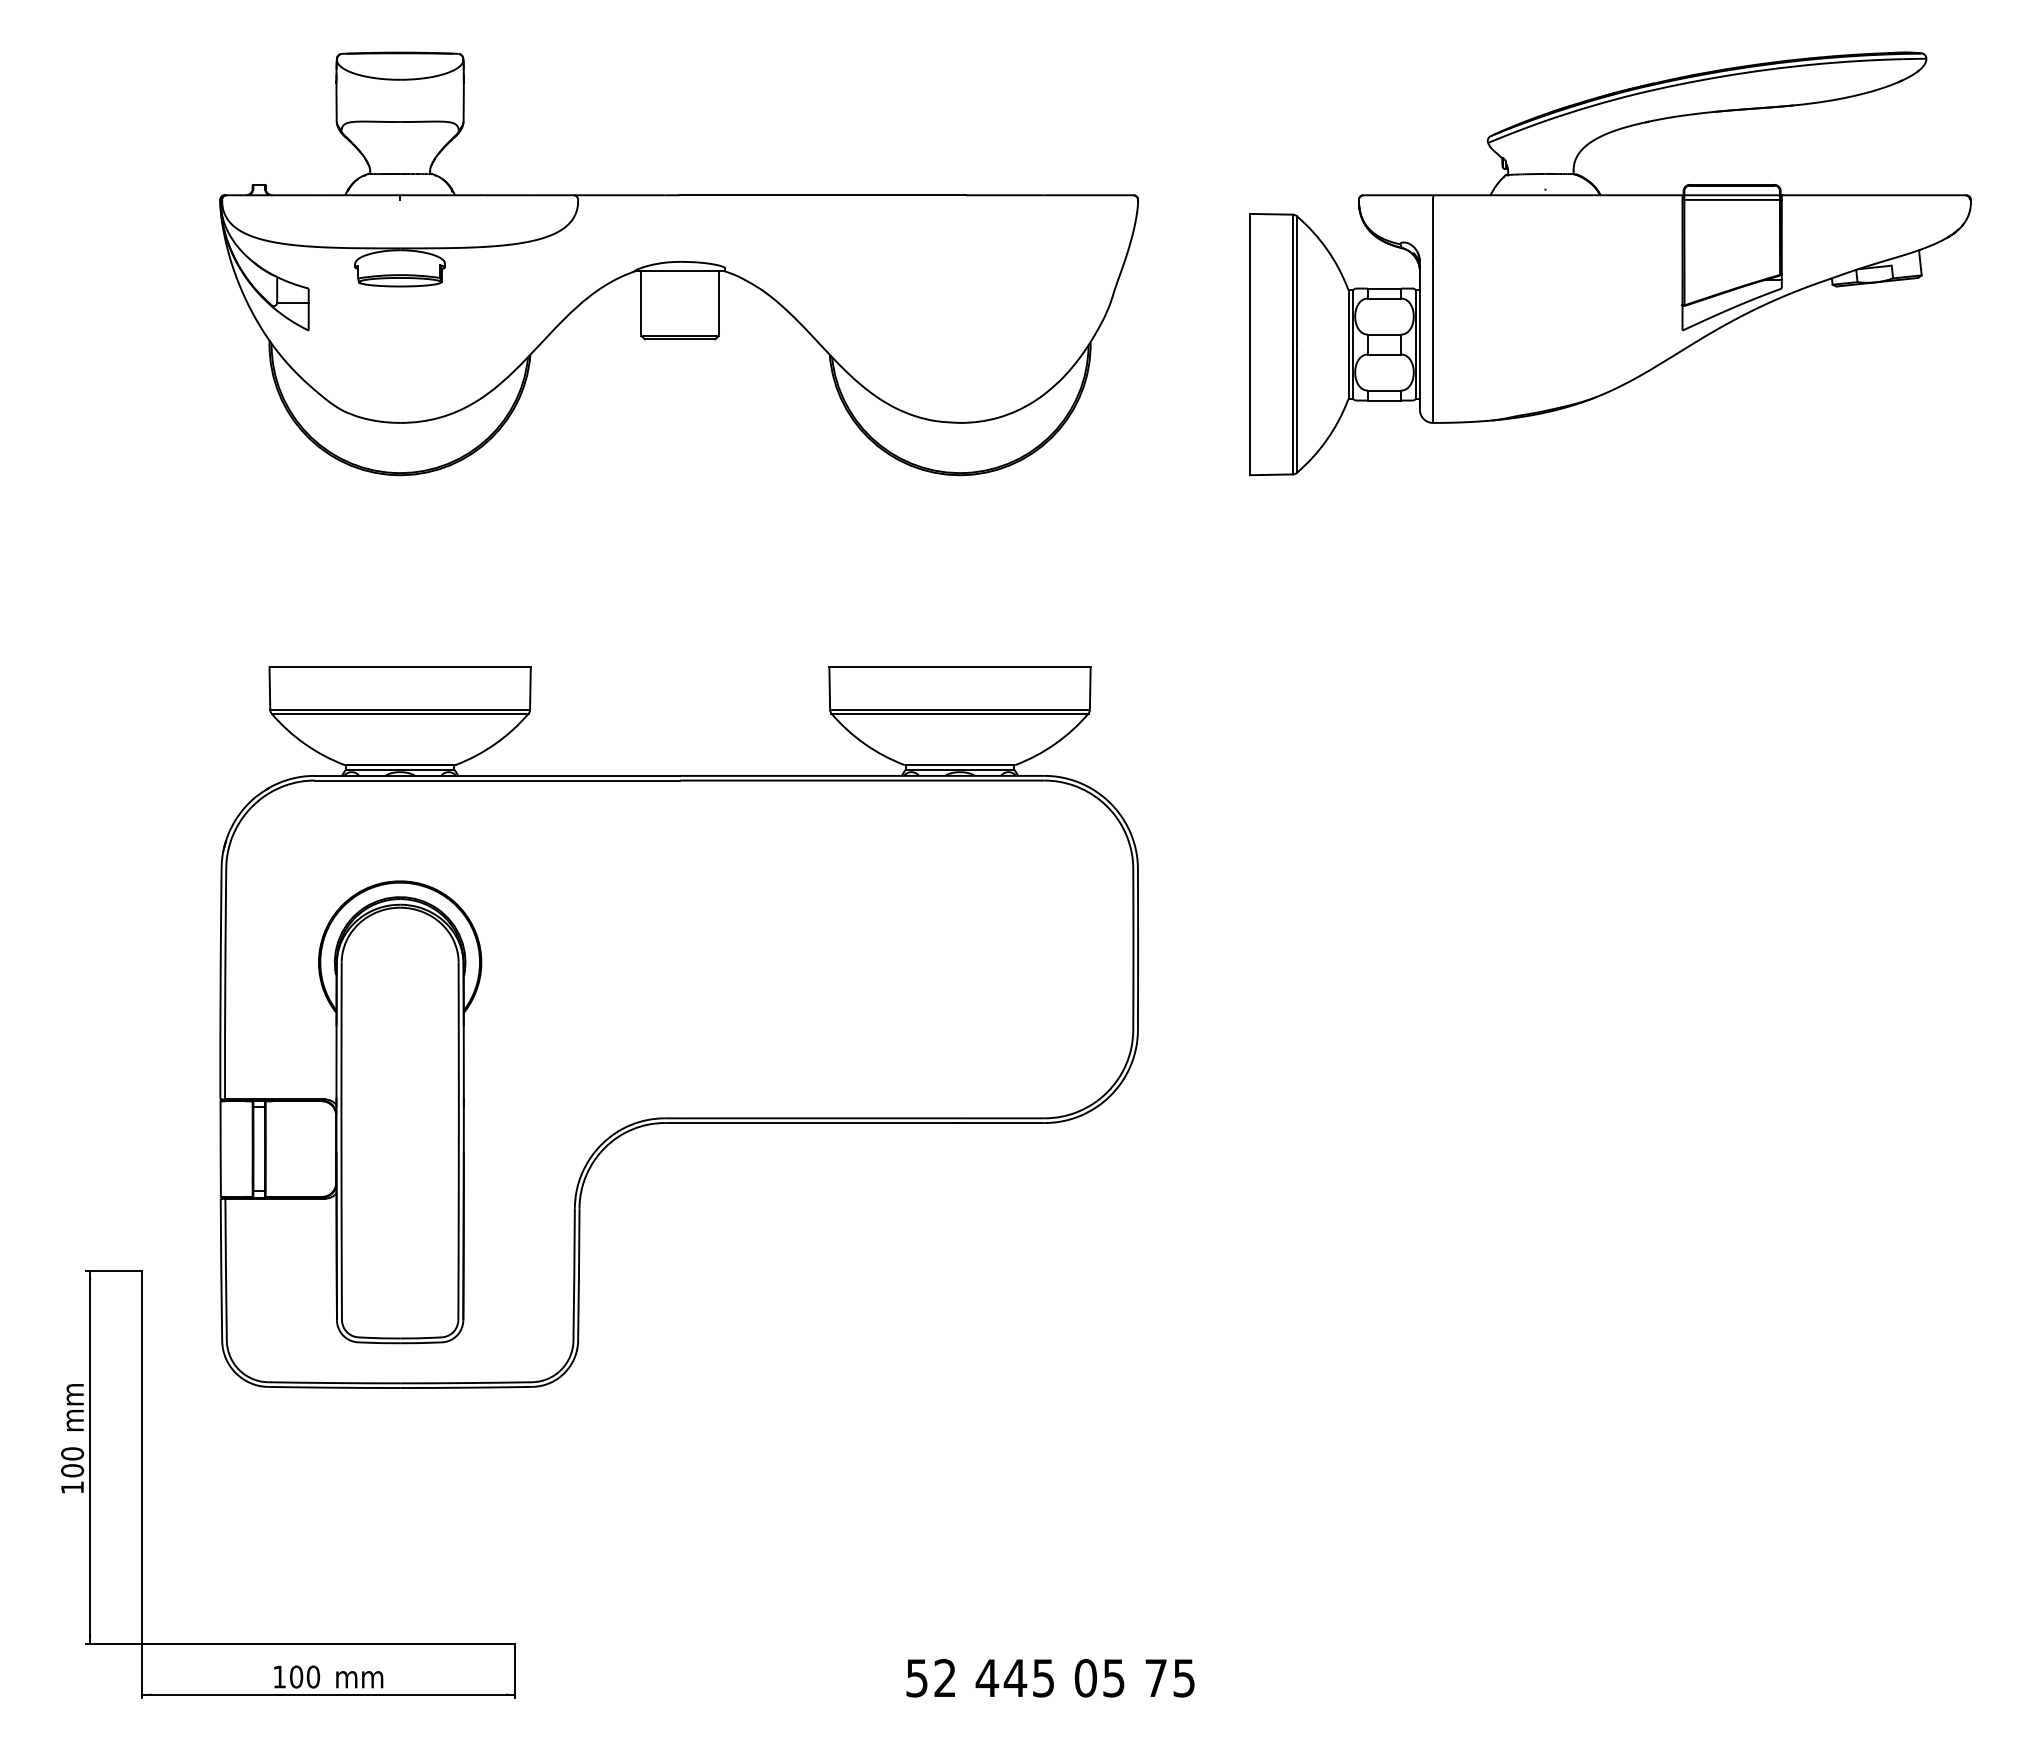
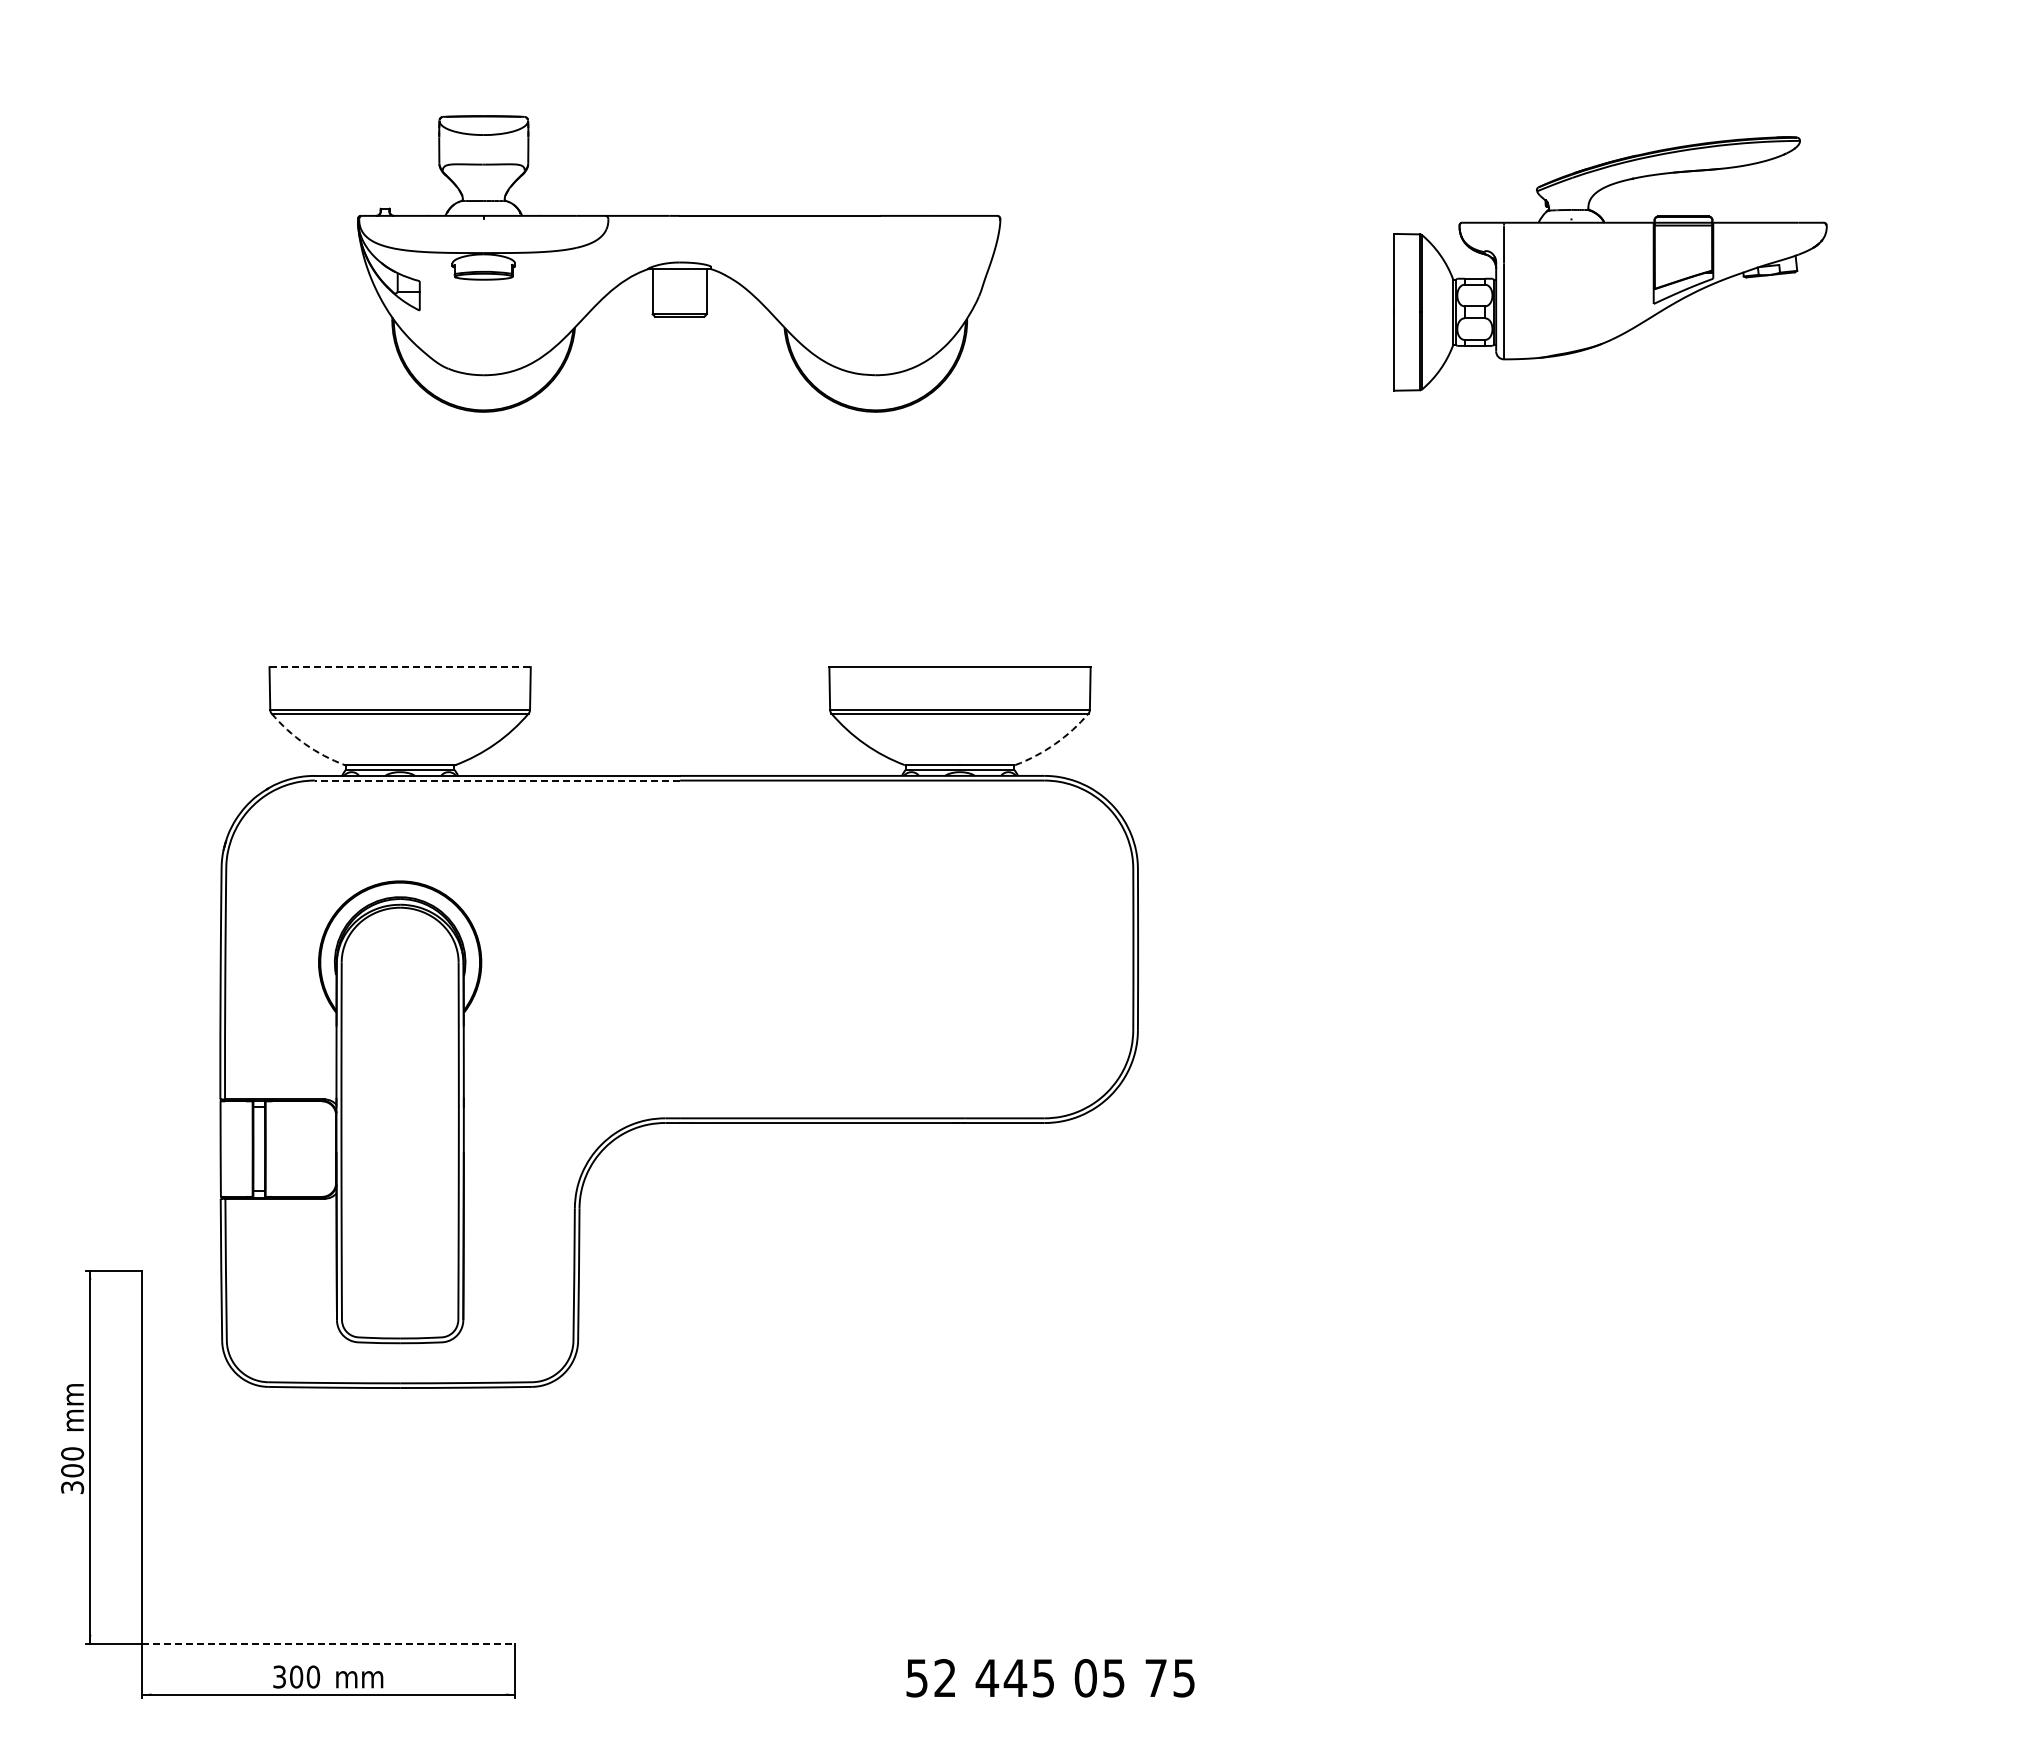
part at (678, 263) size: 920x426 px -> 645x298 px
part at (1610, 263) size: 723x426 px -> 435x256 px
line at (400, 667): solid -> dashed
arc at (304, 743): solid -> dashed
arc at (1055, 743): solid -> dashed
line at (497, 780): solid -> dashed
text at (72, 1487): 100 -> 300
line at (328, 1644): solid -> dashed
text at (279, 1676): 100 -> 300
